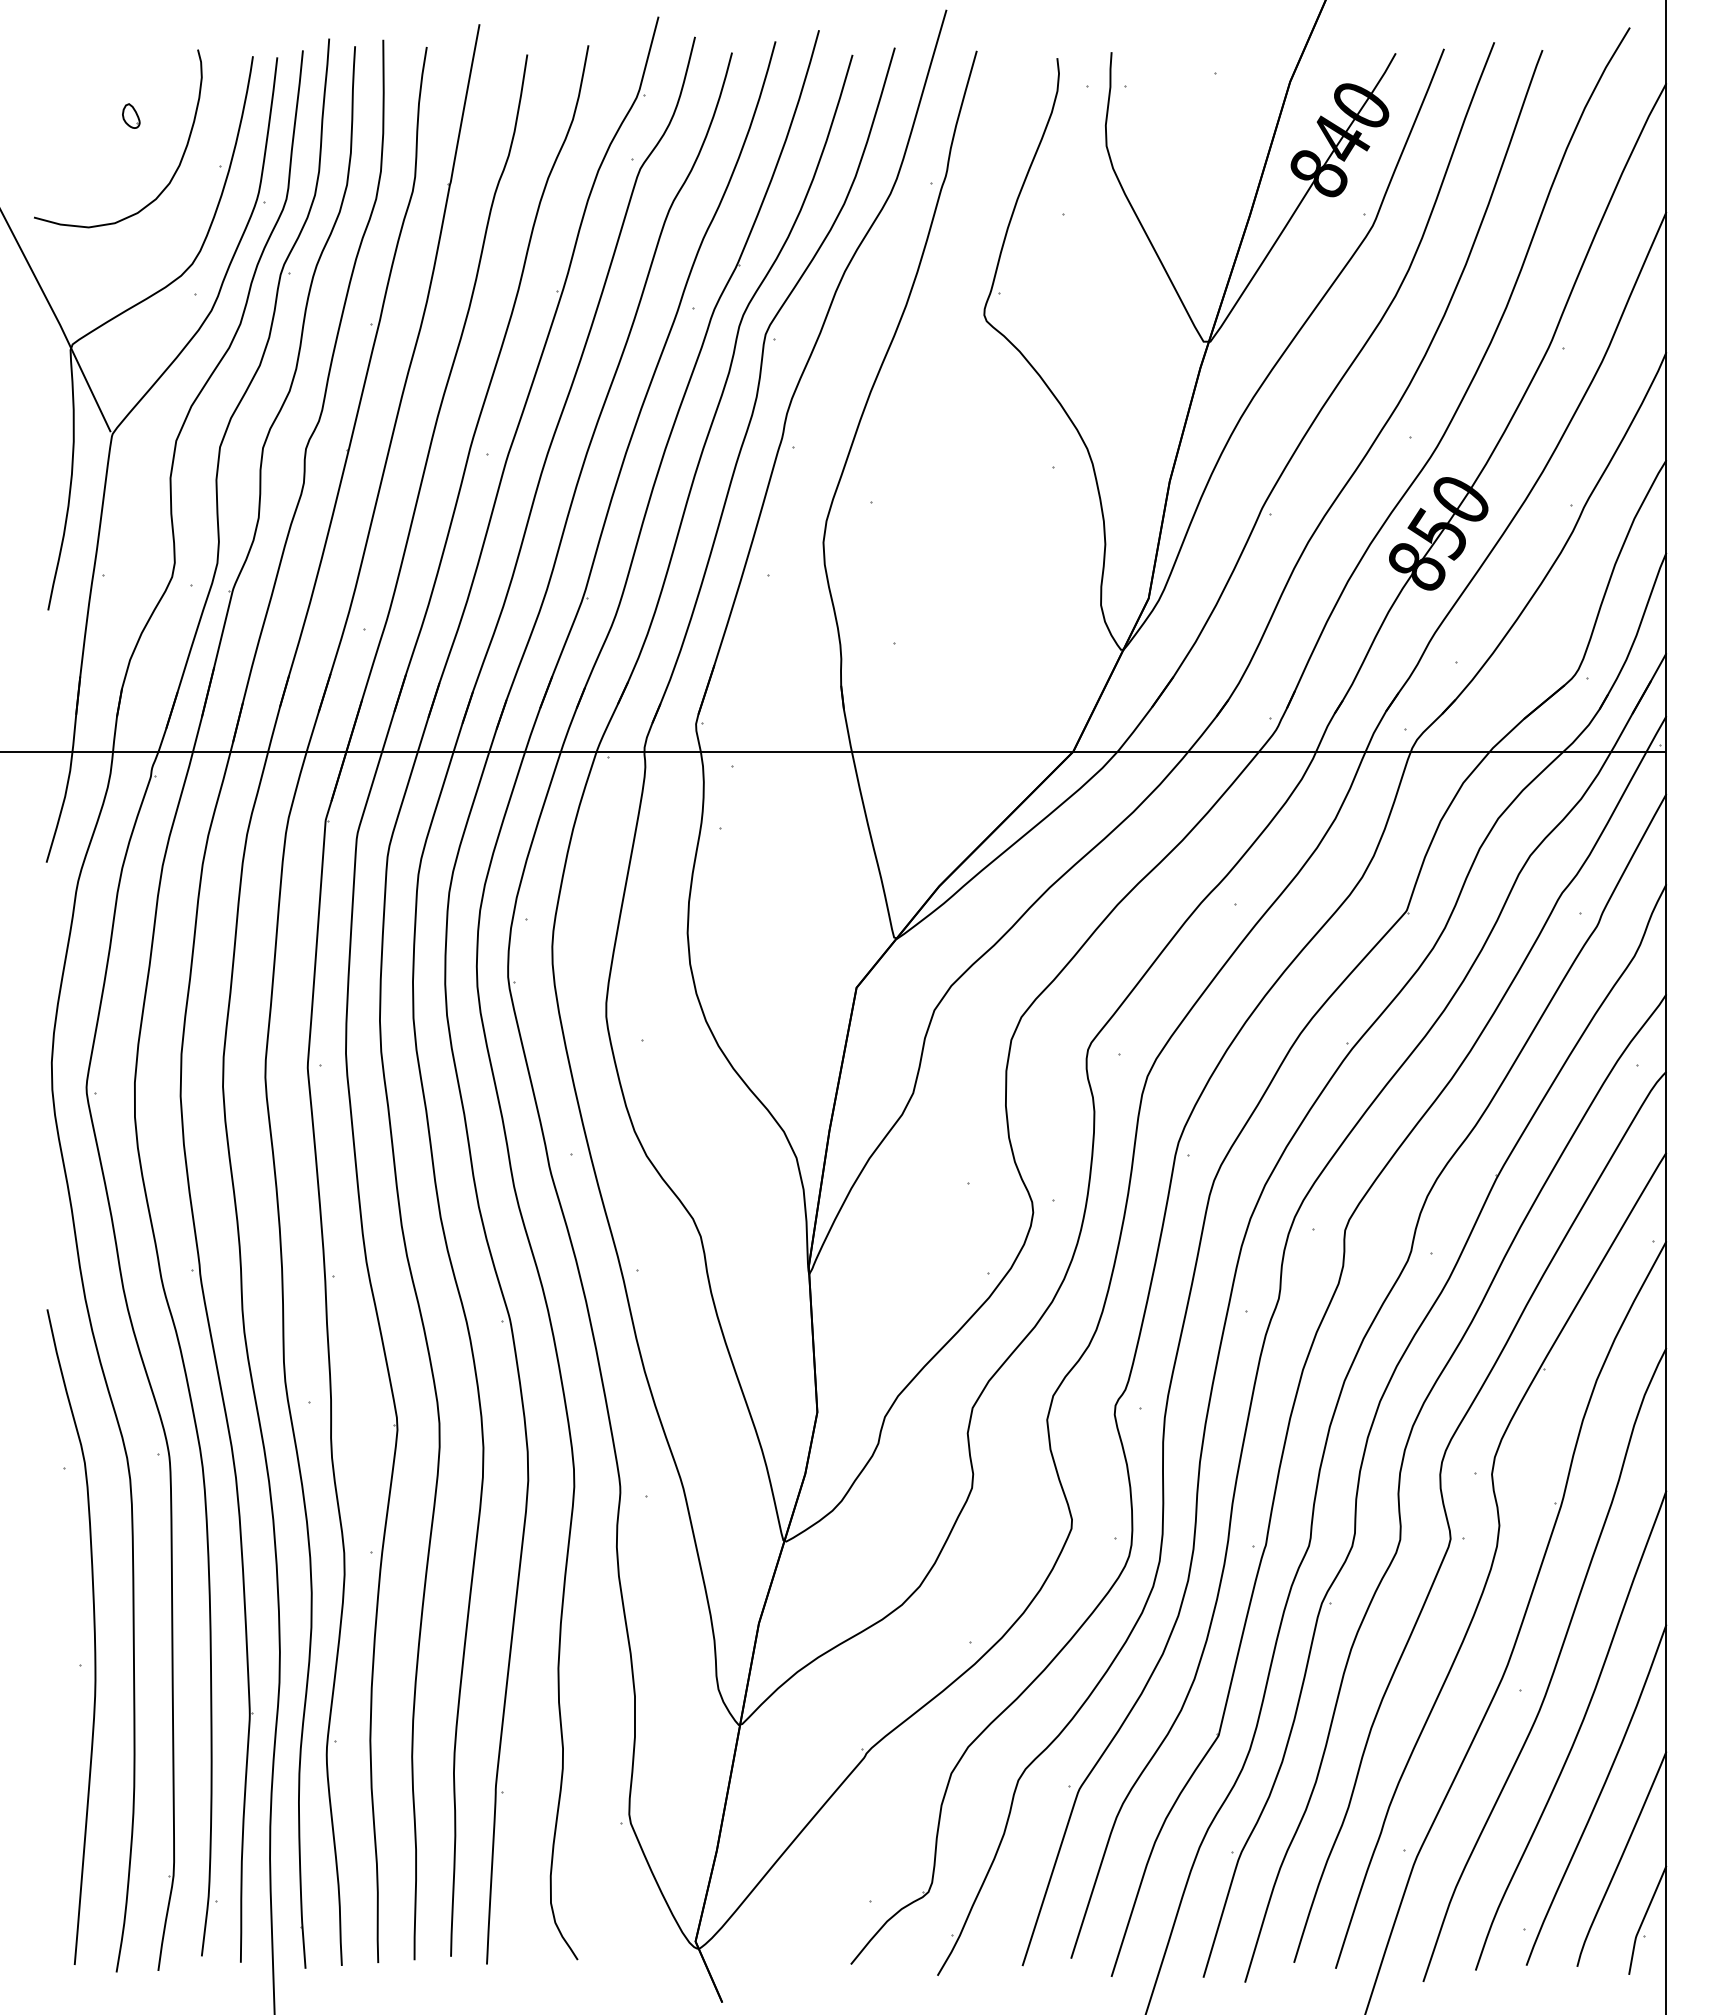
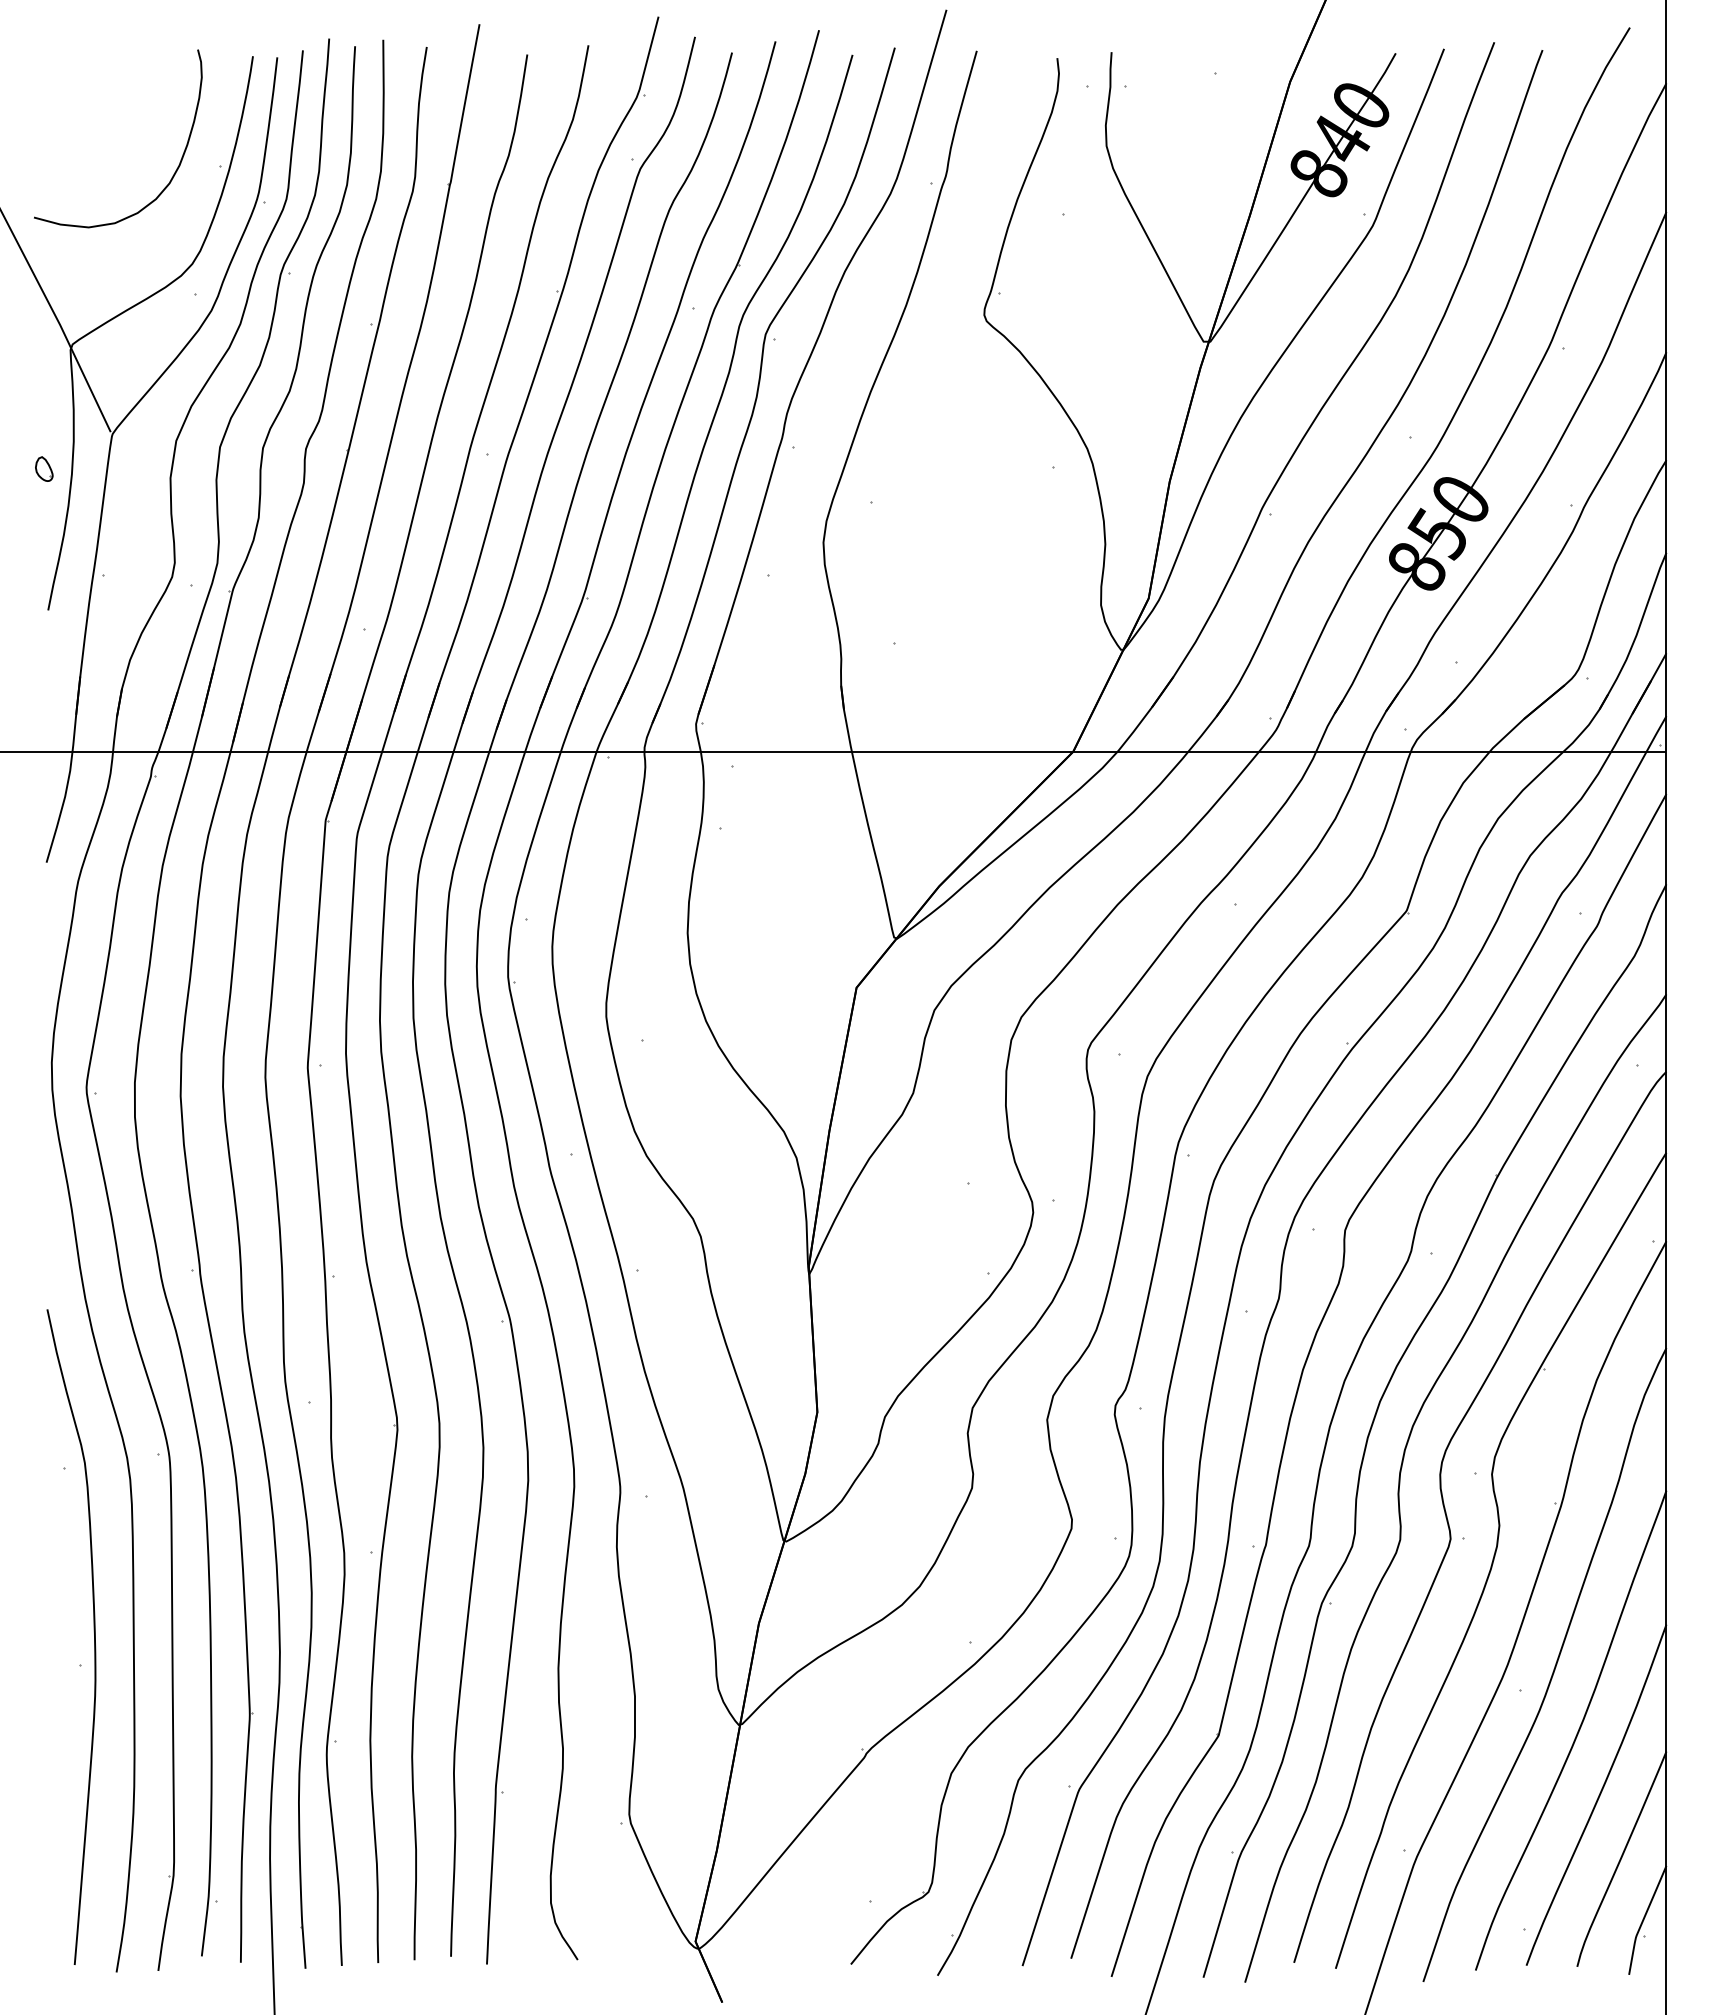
part at (131, 115) position: (131, 115) -> (44, 468)
